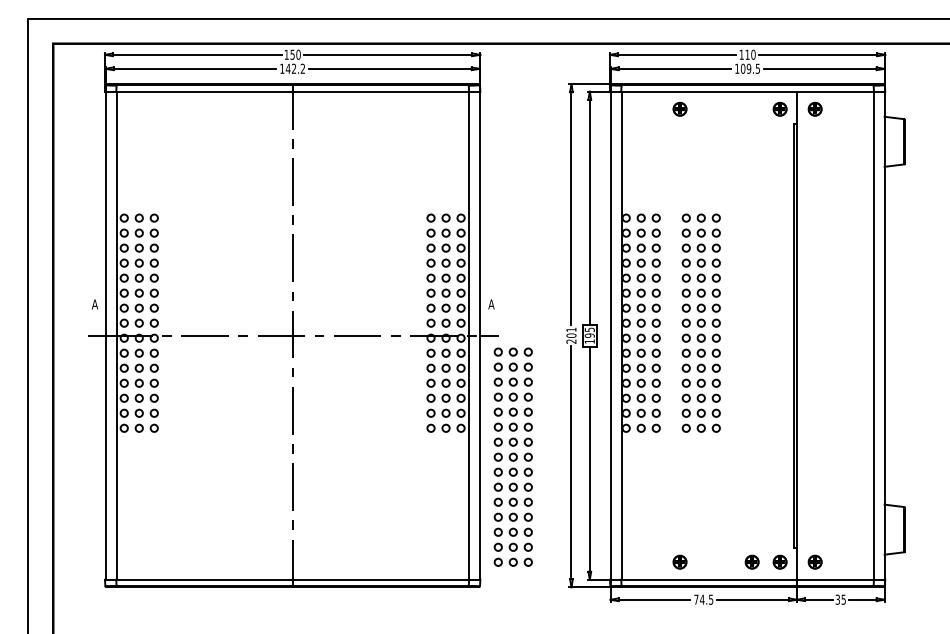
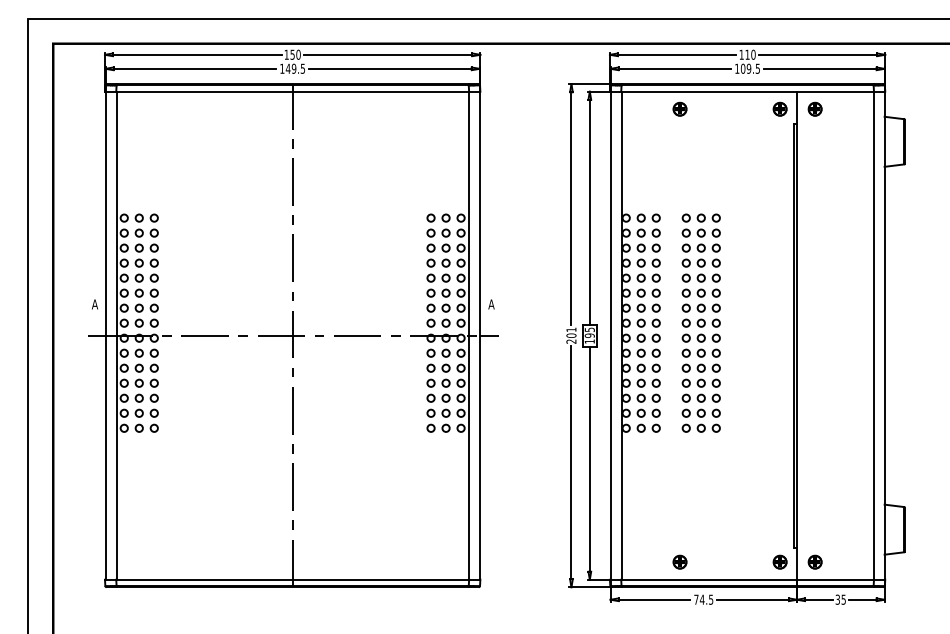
text at (298, 68): 142.2 -> 149.5
part at (512, 456): present -> none
part at (751, 561): present -> none
